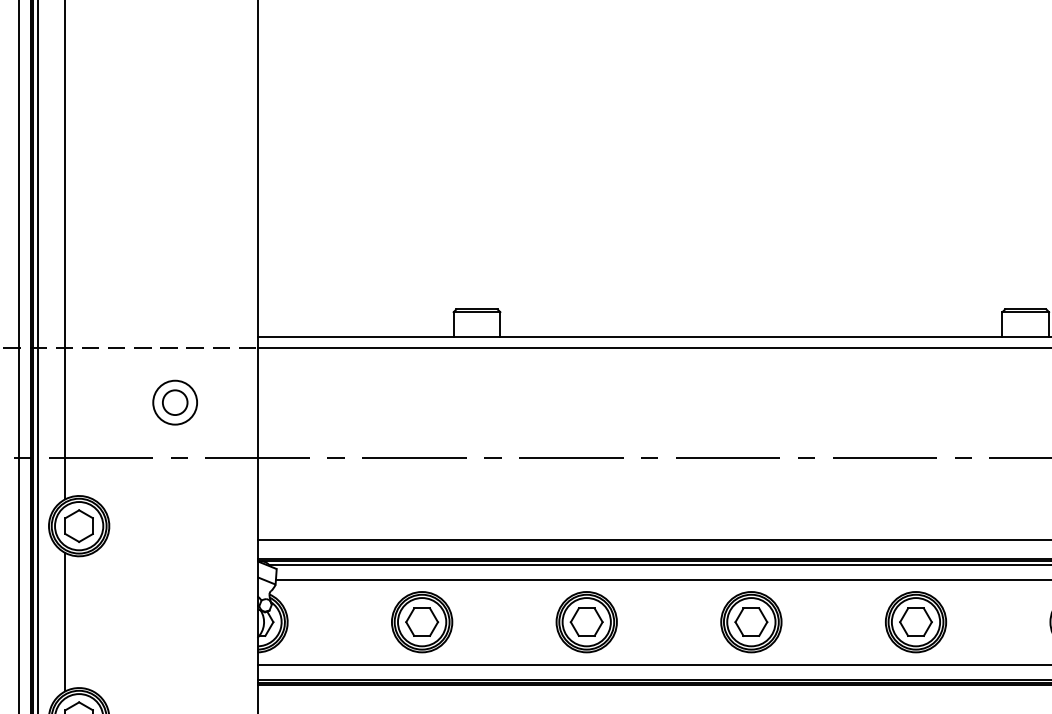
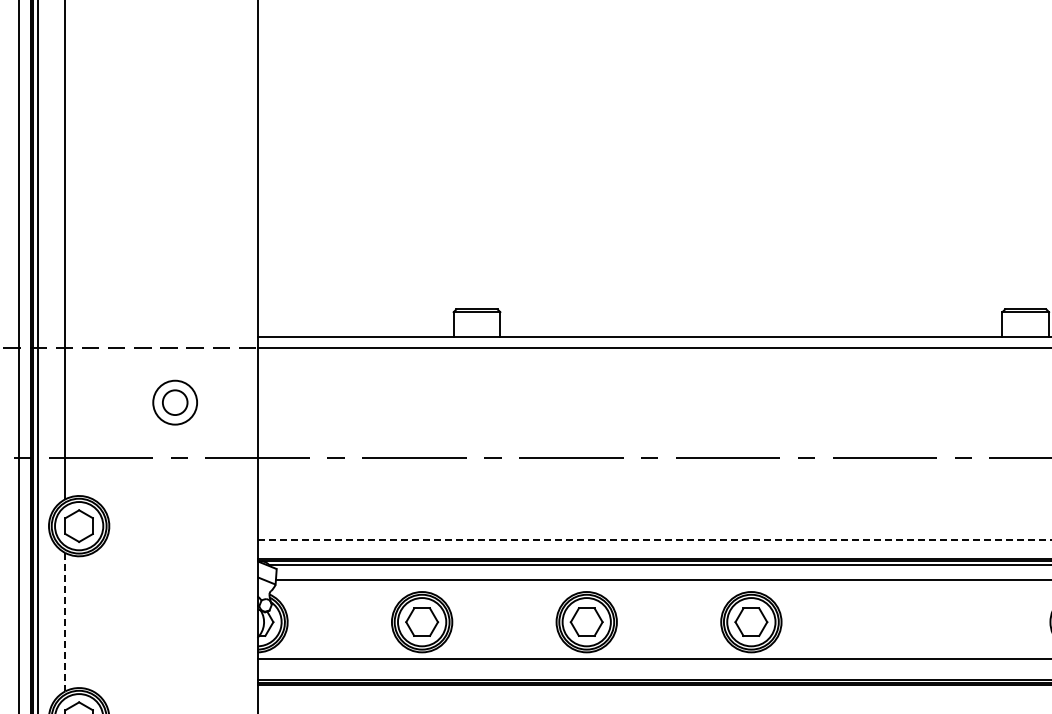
line at (654, 539): solid -> dashed
line at (65, 622): solid -> dashed
part at (916, 622): present -> none
line at (652, 664) position: (652, 664) -> (652, 658)
